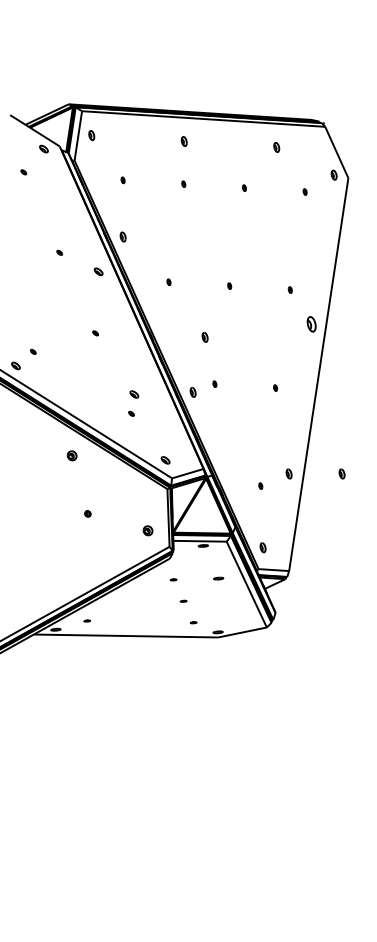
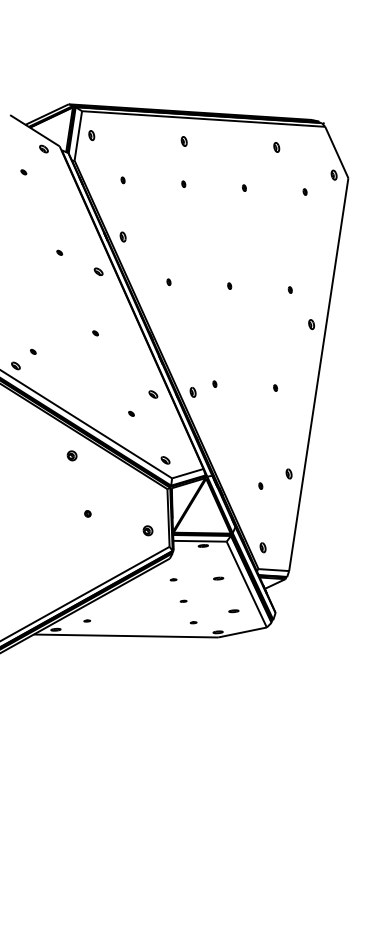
part at (311, 324) size: 11x17 px -> 7x12 px
part at (204, 336): present -> none
part at (134, 394) position: (134, 394) -> (153, 394)
part at (341, 473): present -> none
part at (233, 611): none -> present
